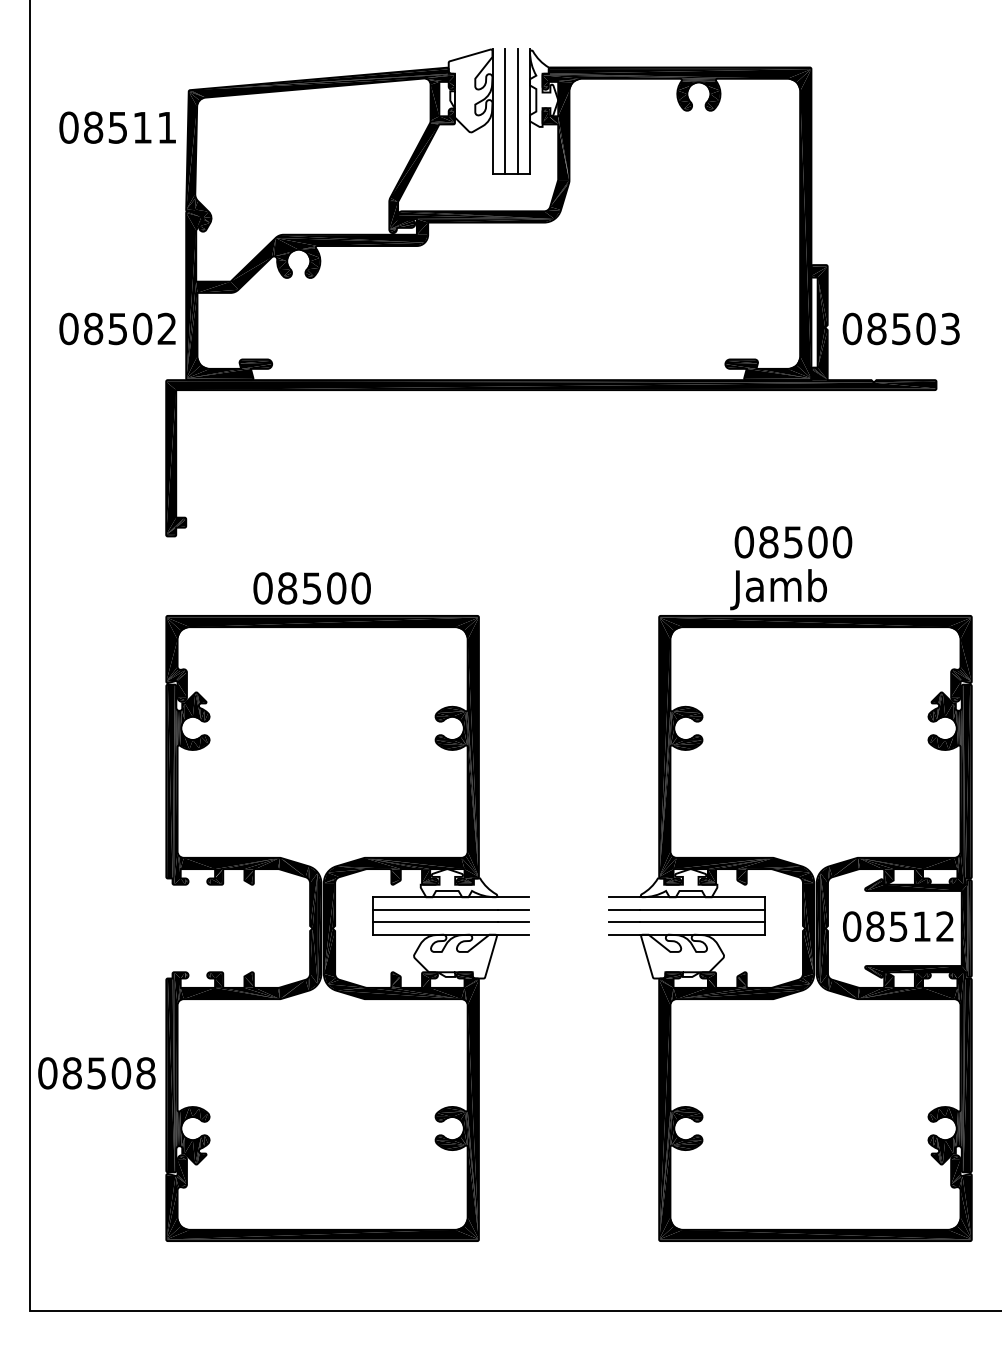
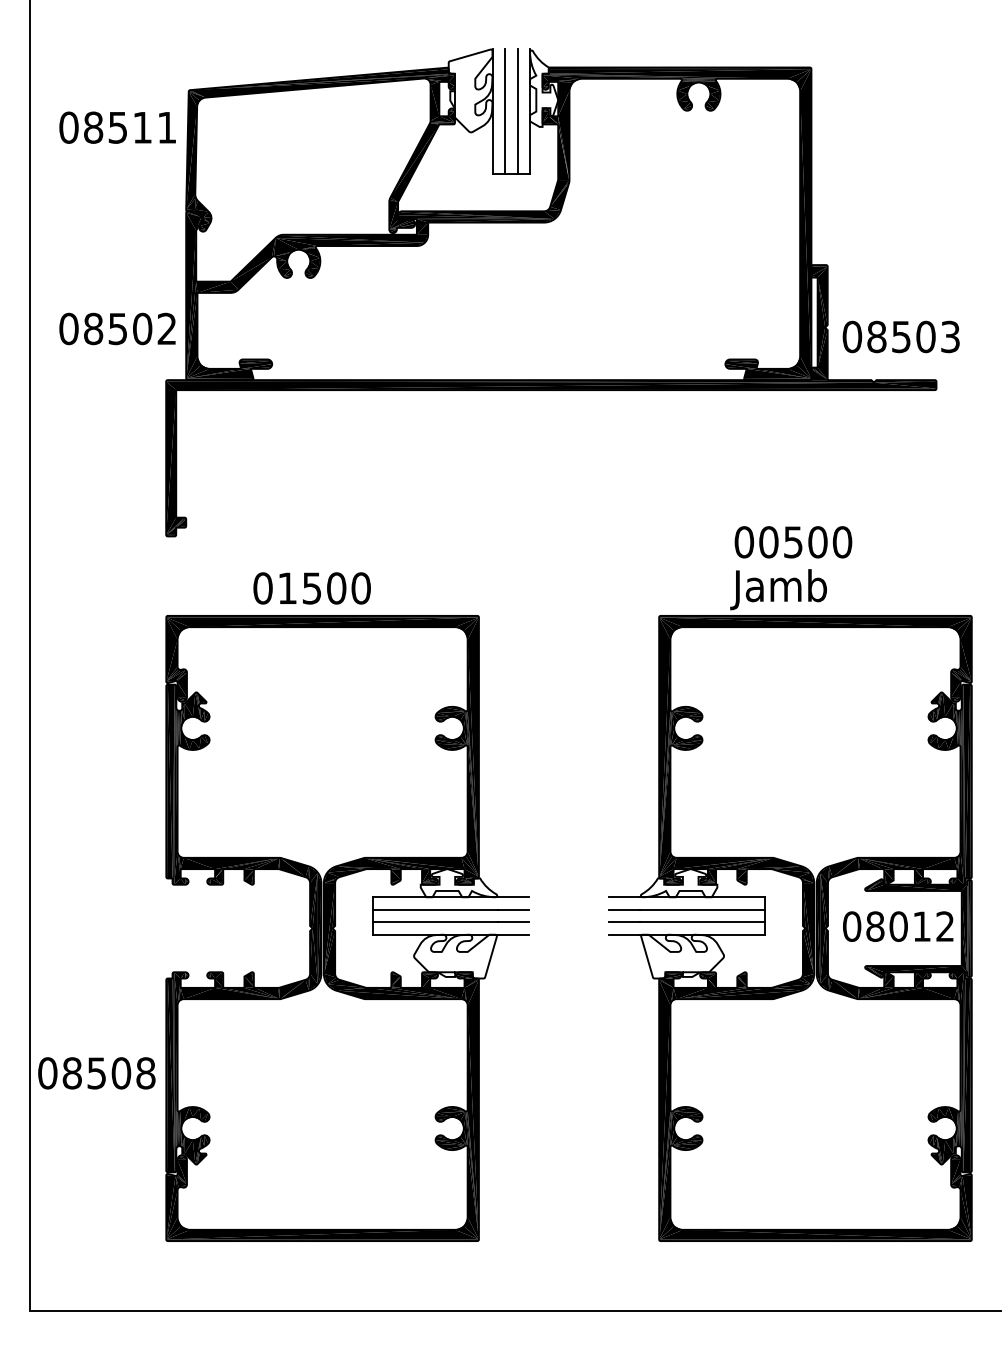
text at (900, 328) position: (900, 328) -> (900, 336)
text at (768, 542): 08500 -> 00500
text at (287, 588): 08500 -> 01500
text at (898, 926): 08512 -> 08012
